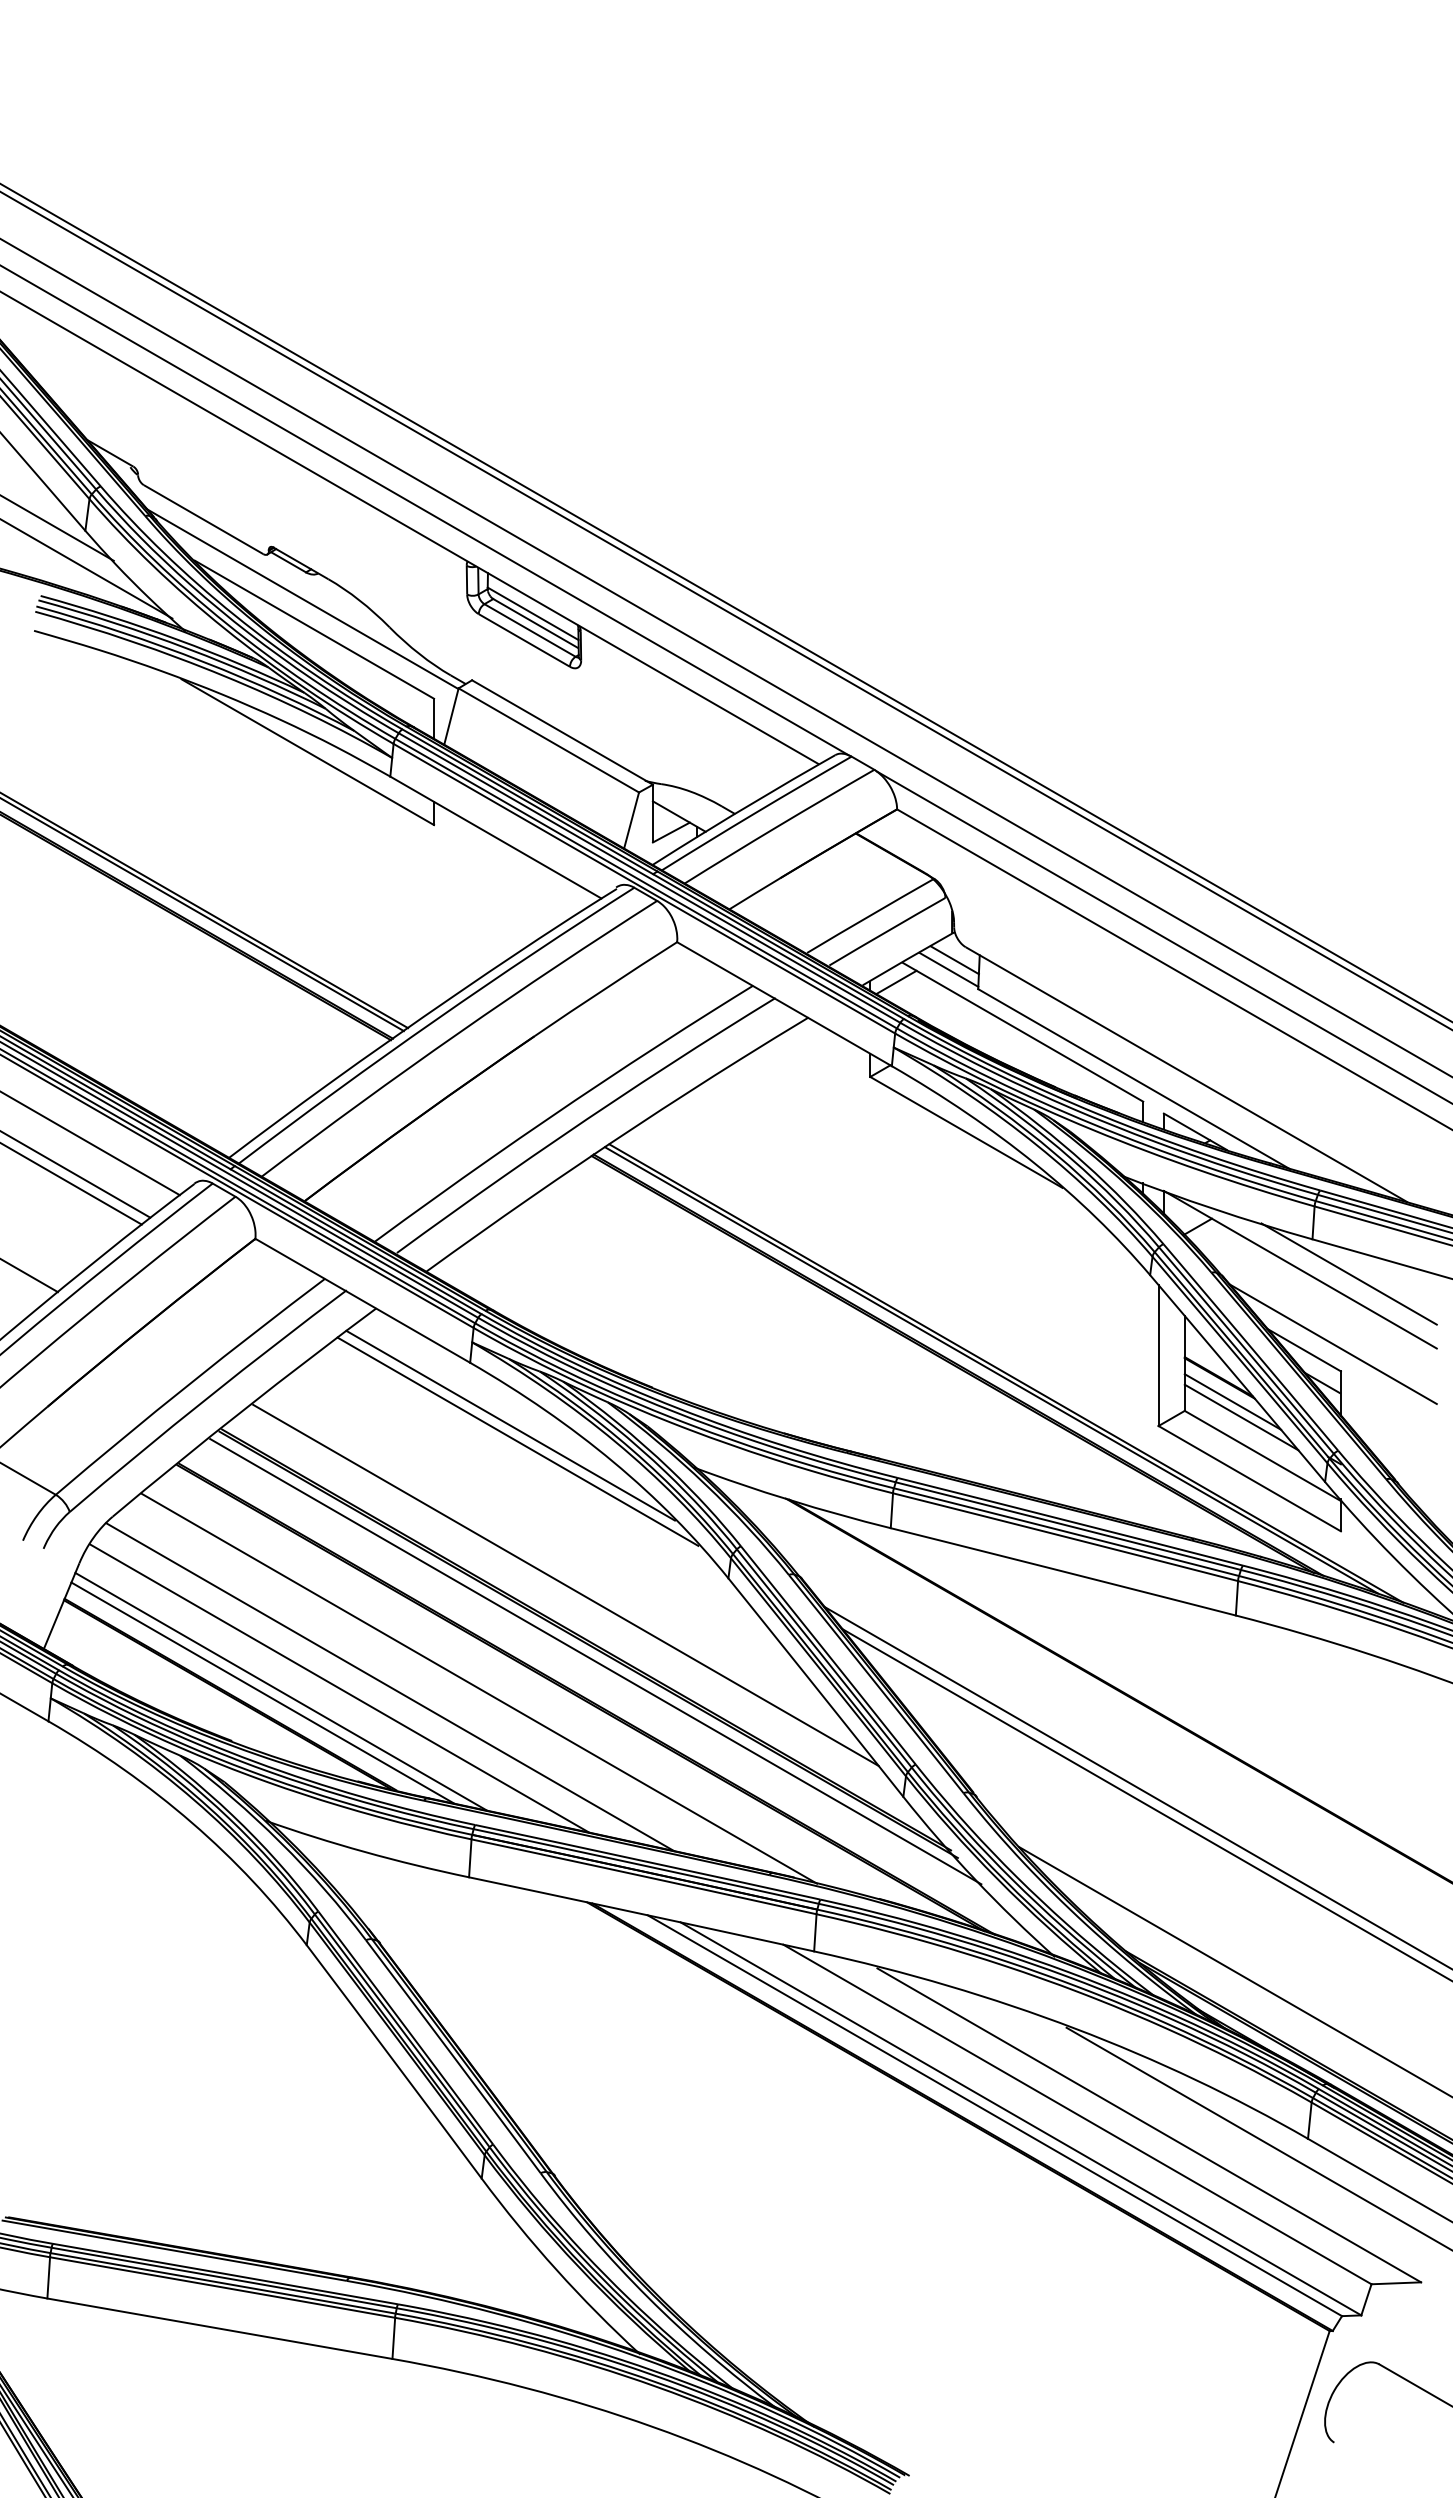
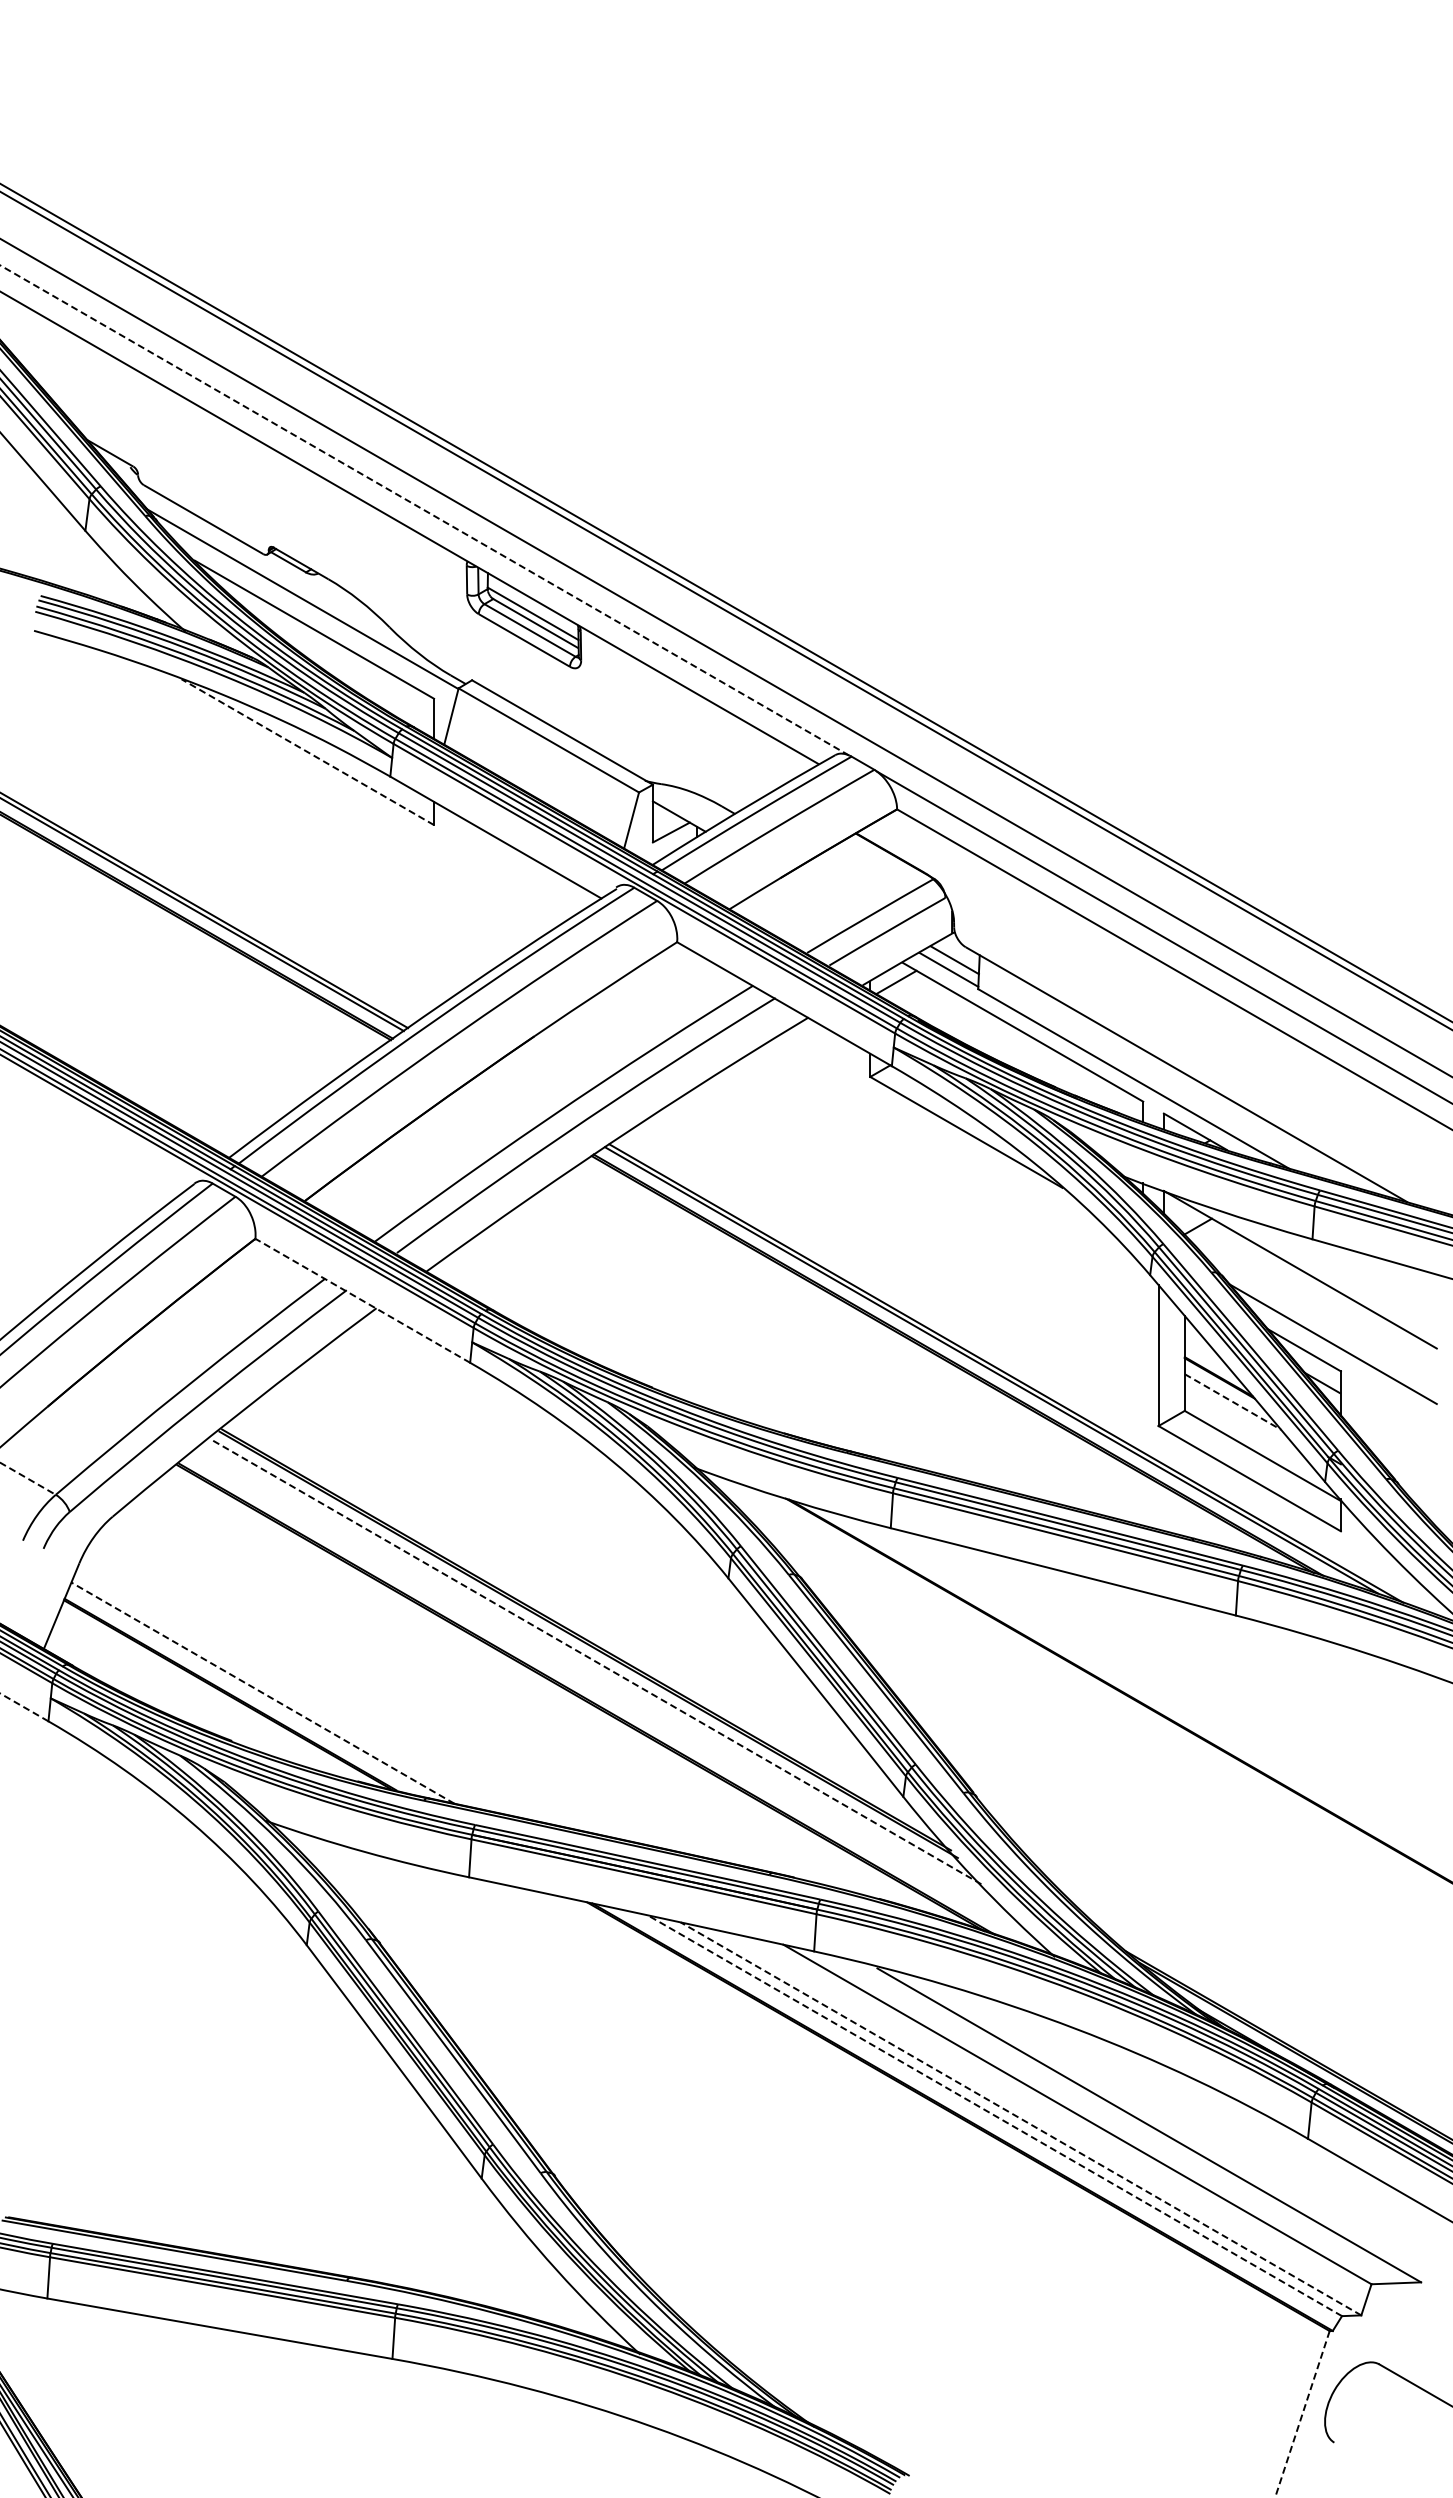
line at (424, 510): solid -> dashed
line at (57, 528): present -> none
line at (87, 569): present -> none
line at (307, 752): solid -> dashed
line at (90, 1143): present -> none
line at (76, 1174): present -> none
line at (71, 1184): present -> none
line at (1348, 1273): present -> none
line at (29, 1276): present -> none
line at (362, 1300): solid -> dashed
line at (1232, 1401): solid -> dashed
line at (1241, 1417): present -> none
line at (510, 1425): present -> none
line at (517, 1441): present -> none
line at (28, 1478): solid -> dashed
line at (565, 1584): present -> none
line at (595, 1661): solid -> dashed
line at (390, 1687): present -> none
line at (339, 1688): present -> none
line at (479, 1688): present -> none
line at (281, 1691): present -> none
line at (262, 1692): solid -> dashed
line at (24, 1707): solid -> dashed
line at (1136, 1786): present -> none
line at (1145, 1803): present -> none
line at (1234, 1971): present -> none
line at (994, 2115): solid -> dashed
line at (1020, 2118): solid -> dashed
line at (1257, 2138): present -> none
line at (1302, 2414): solid -> dashed
